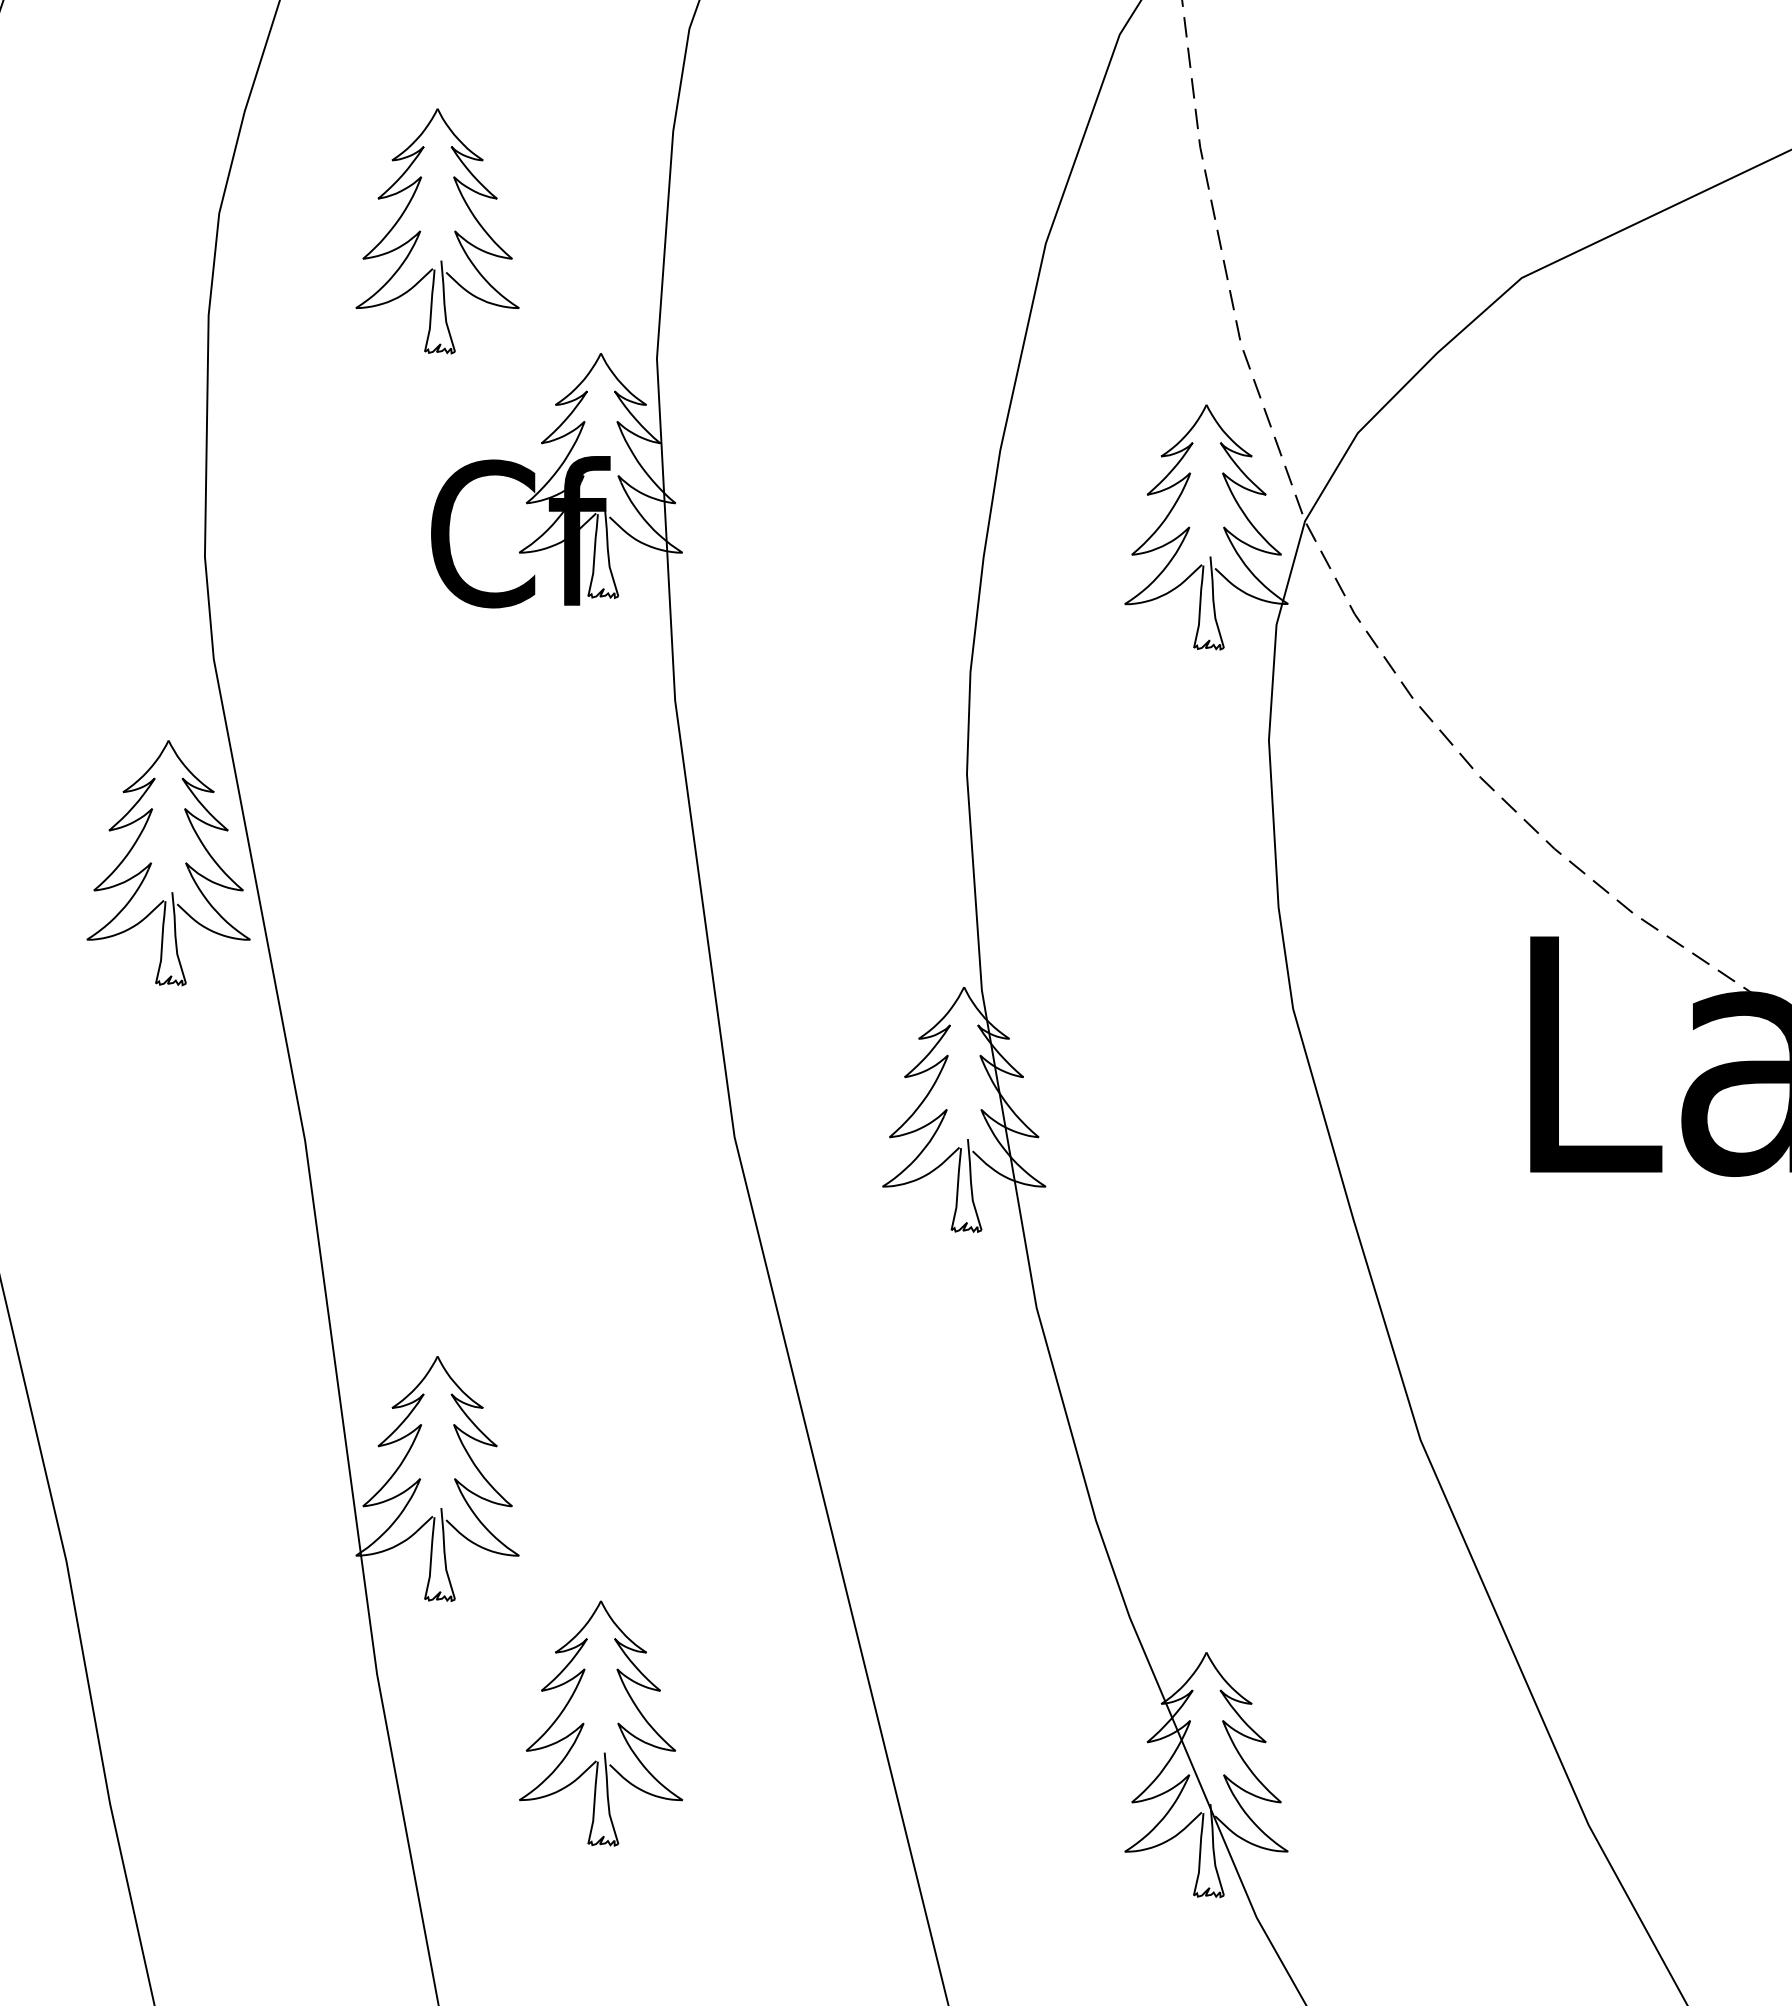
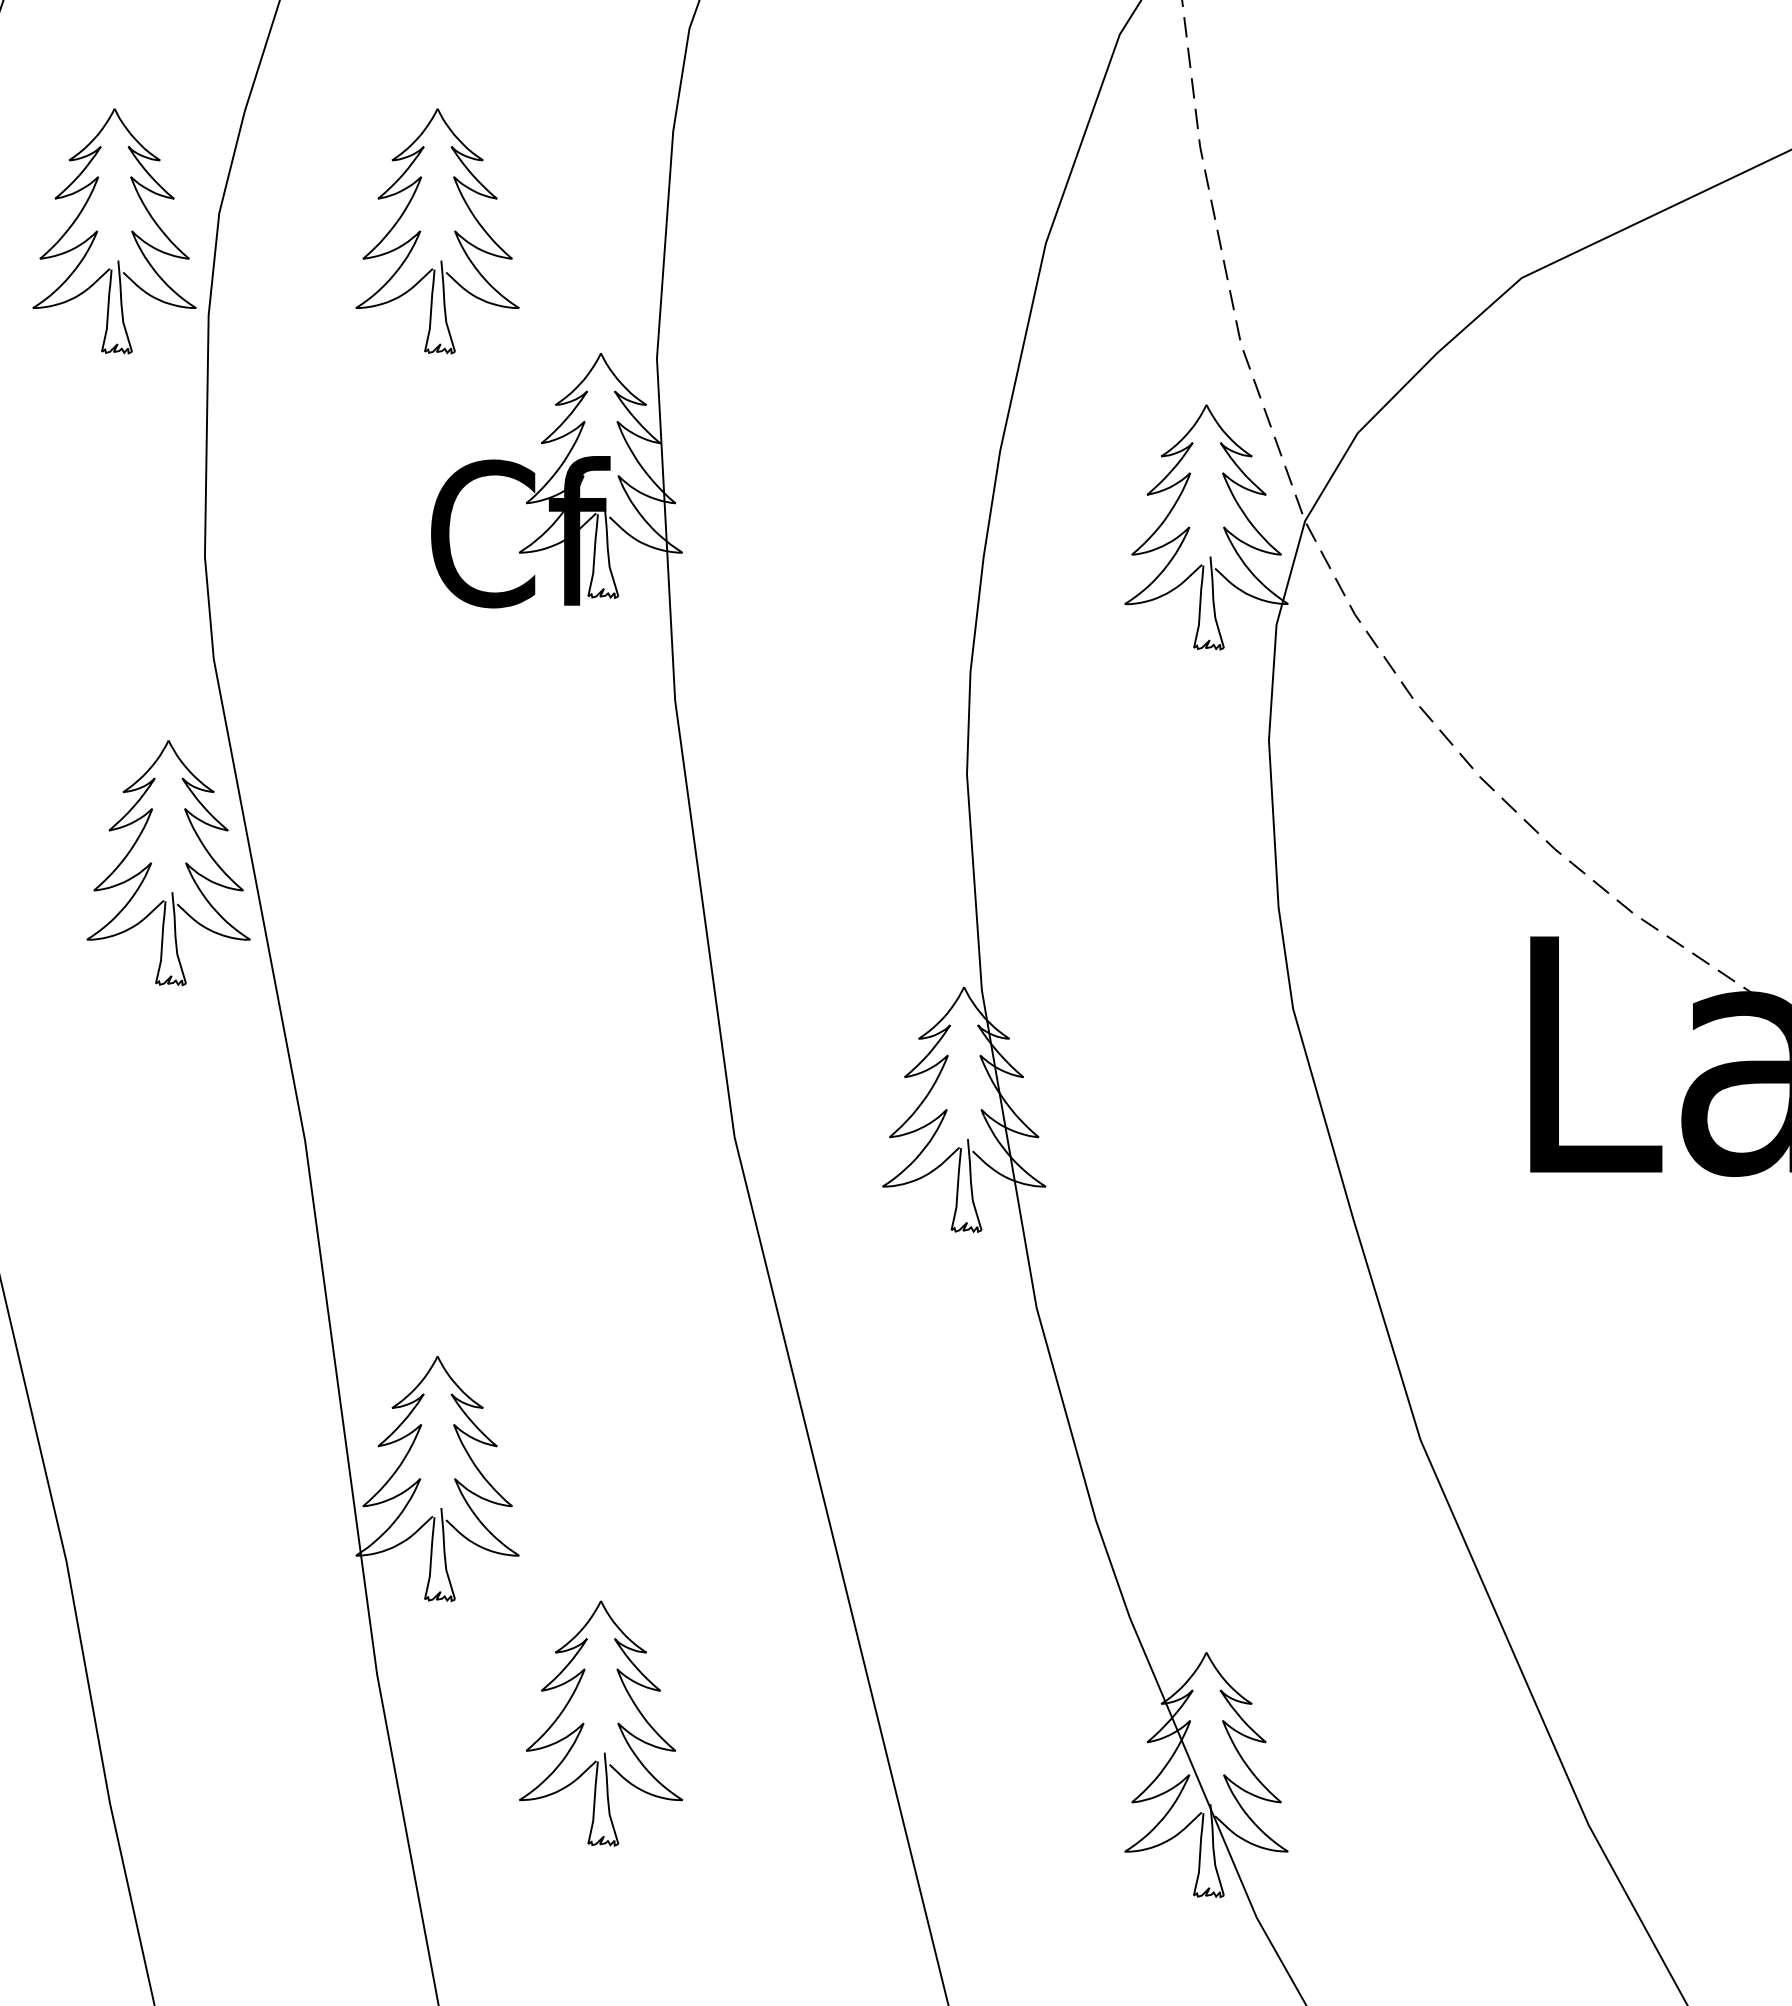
part at (98, 231): none -> present
